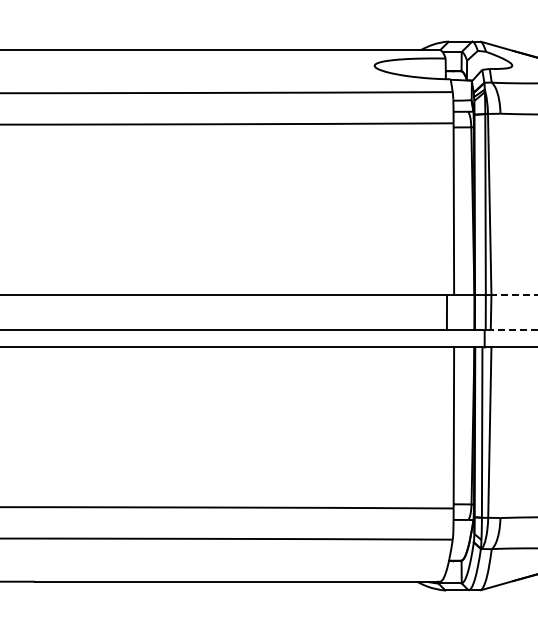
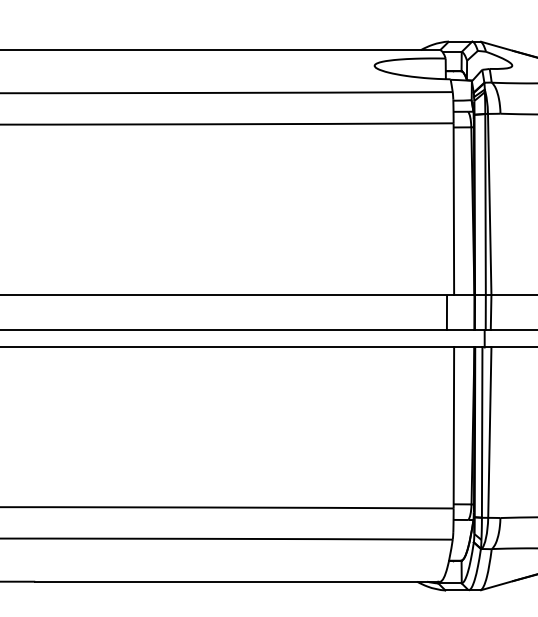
line at (514, 295): dashed -> solid
line at (513, 329): dashed -> solid
